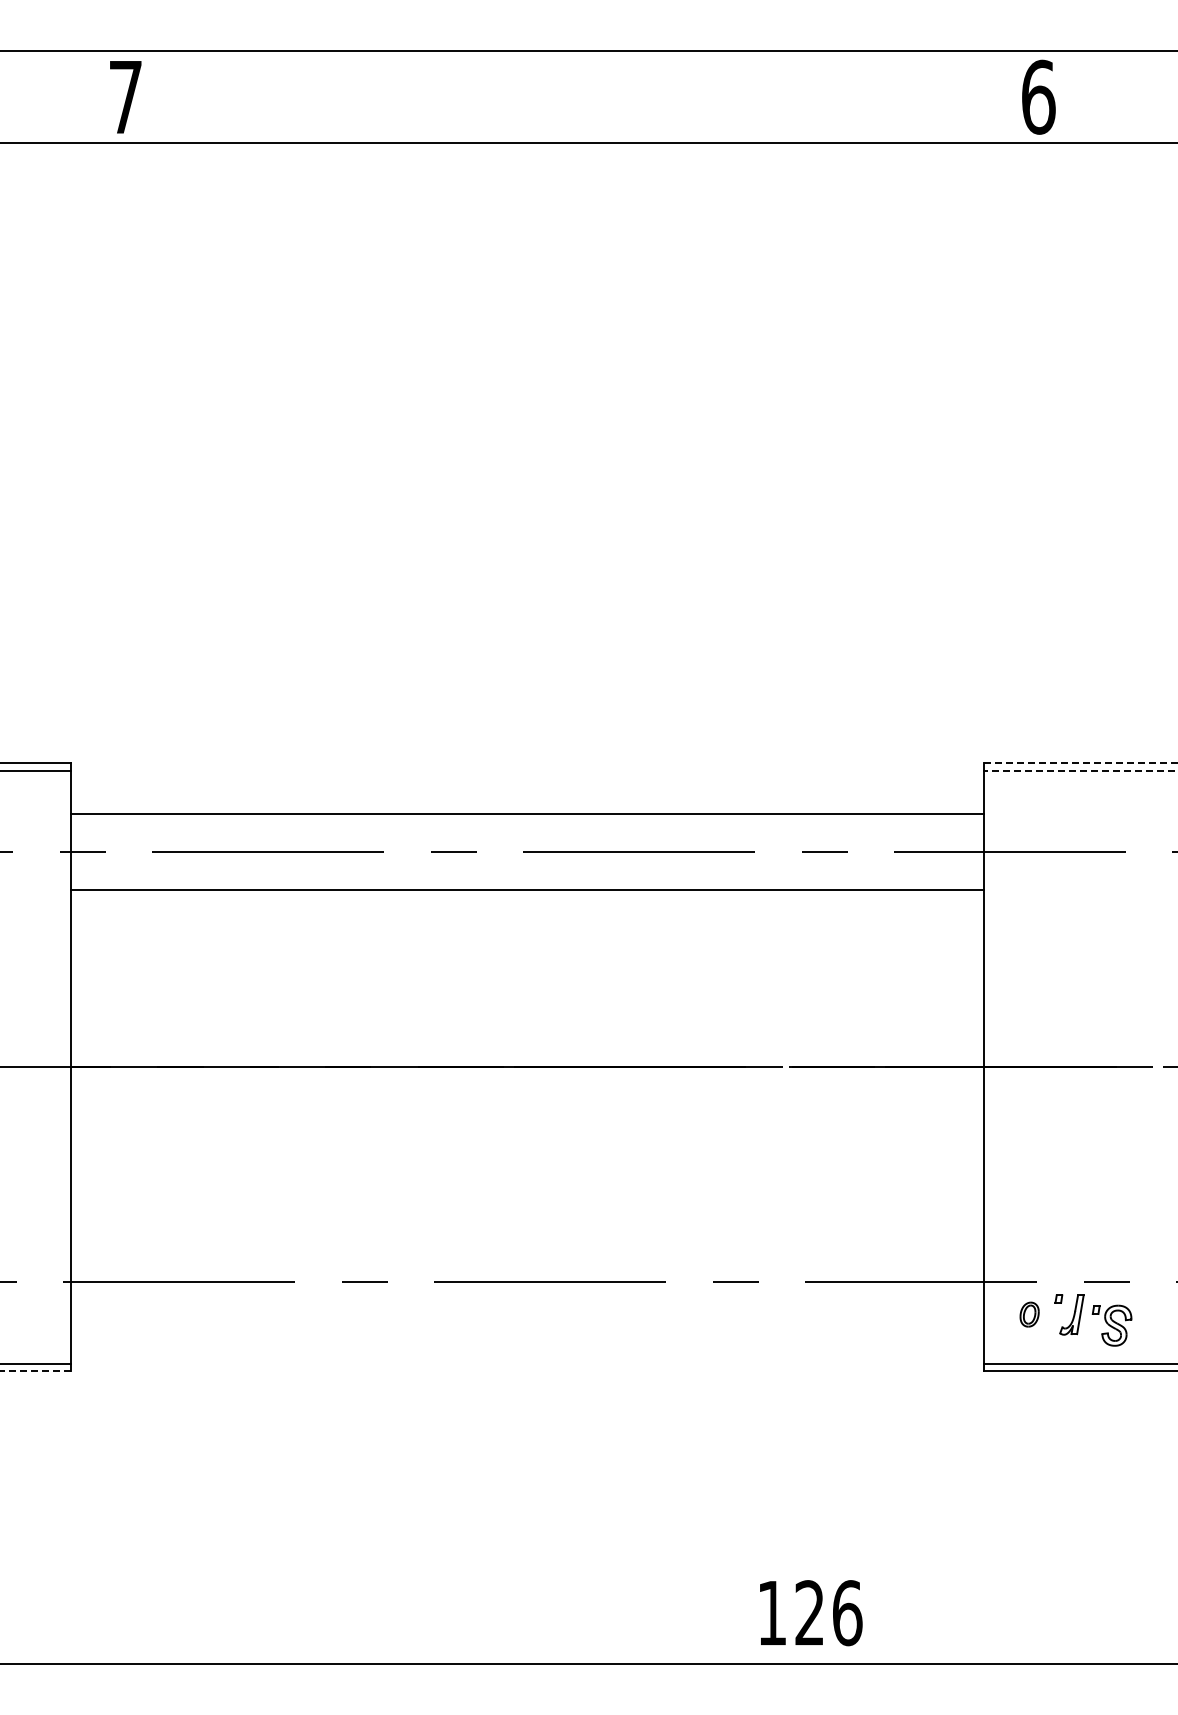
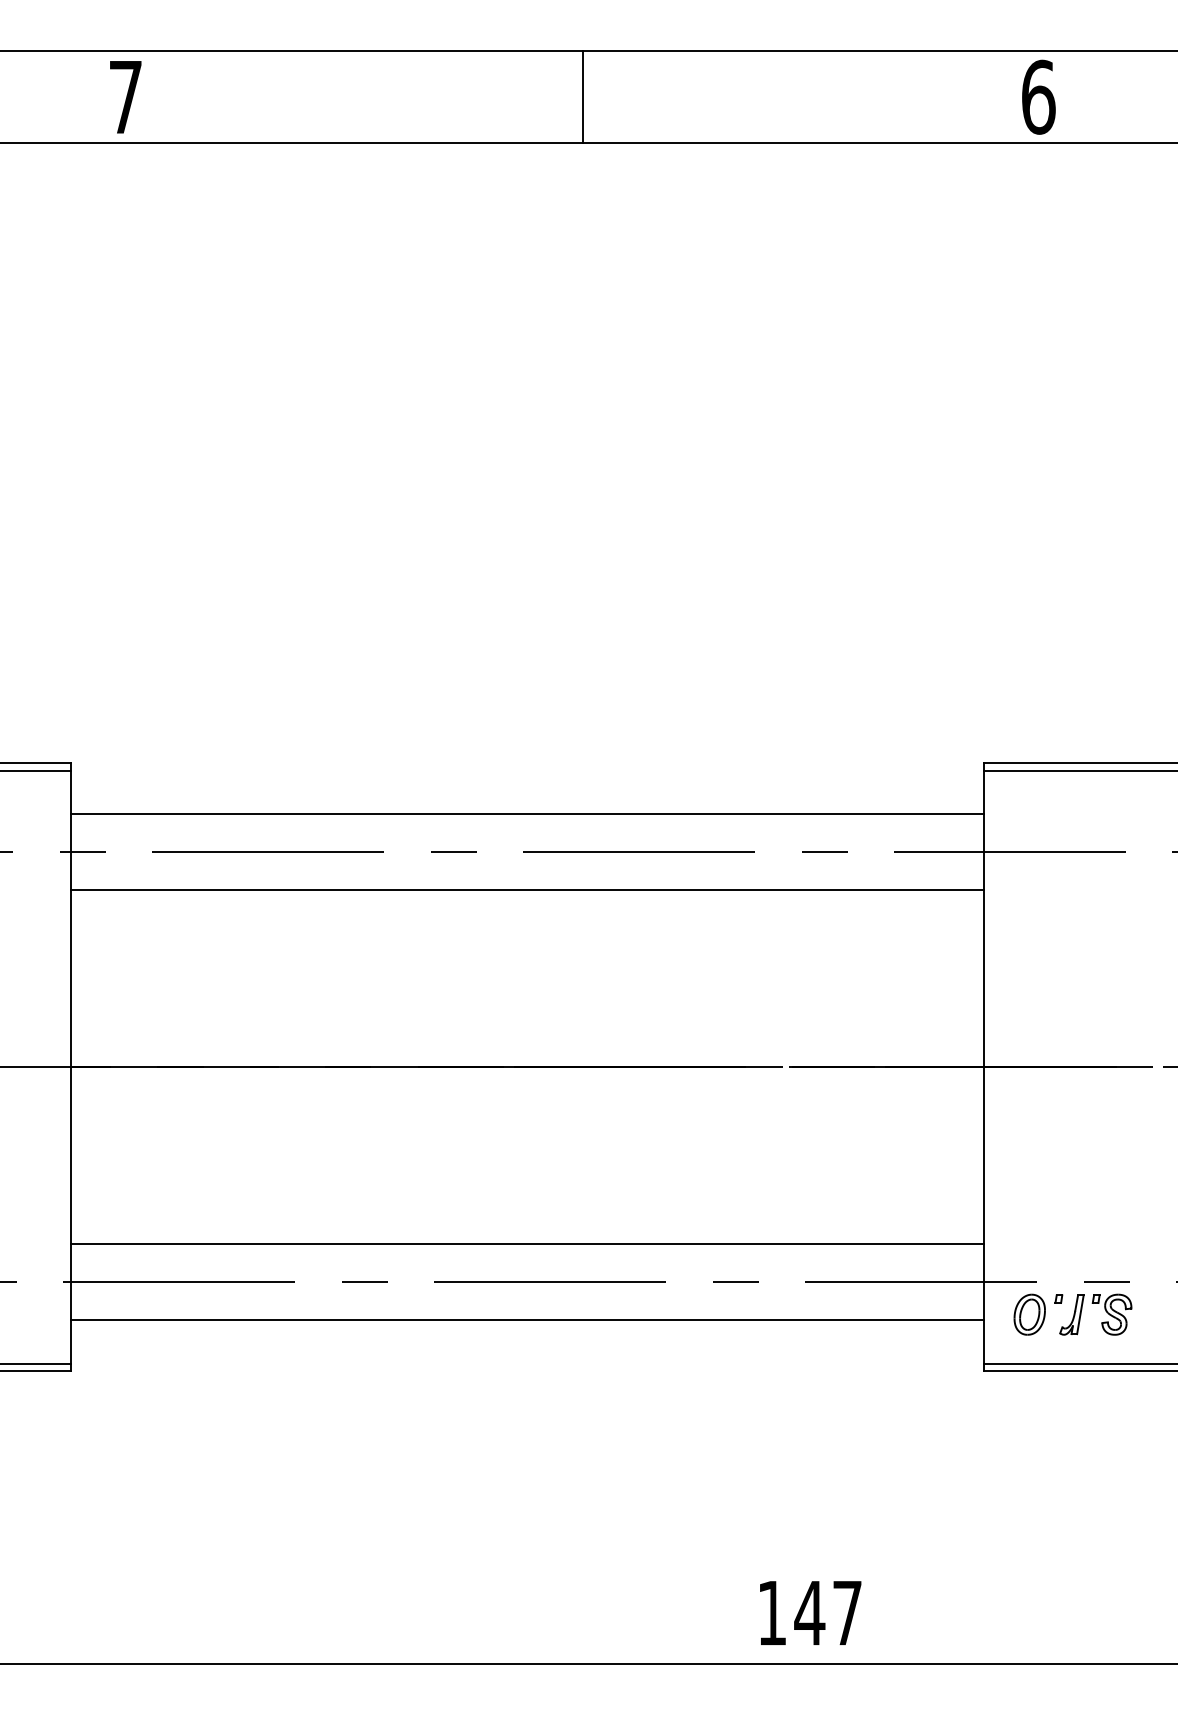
line at (583, 96): none -> present
line at (1081, 762): dashed -> solid
line at (1081, 770): dashed -> solid
line at (527, 1244): none -> present
part at (1029, 1314) size: 21x27 px -> 33x43 px
line at (527, 1320): none -> present
part at (1111, 1325) position: (1111, 1325) -> (1111, 1314)
line at (35, 1371): dashed -> solid
text at (828, 1613): 126 -> 147
